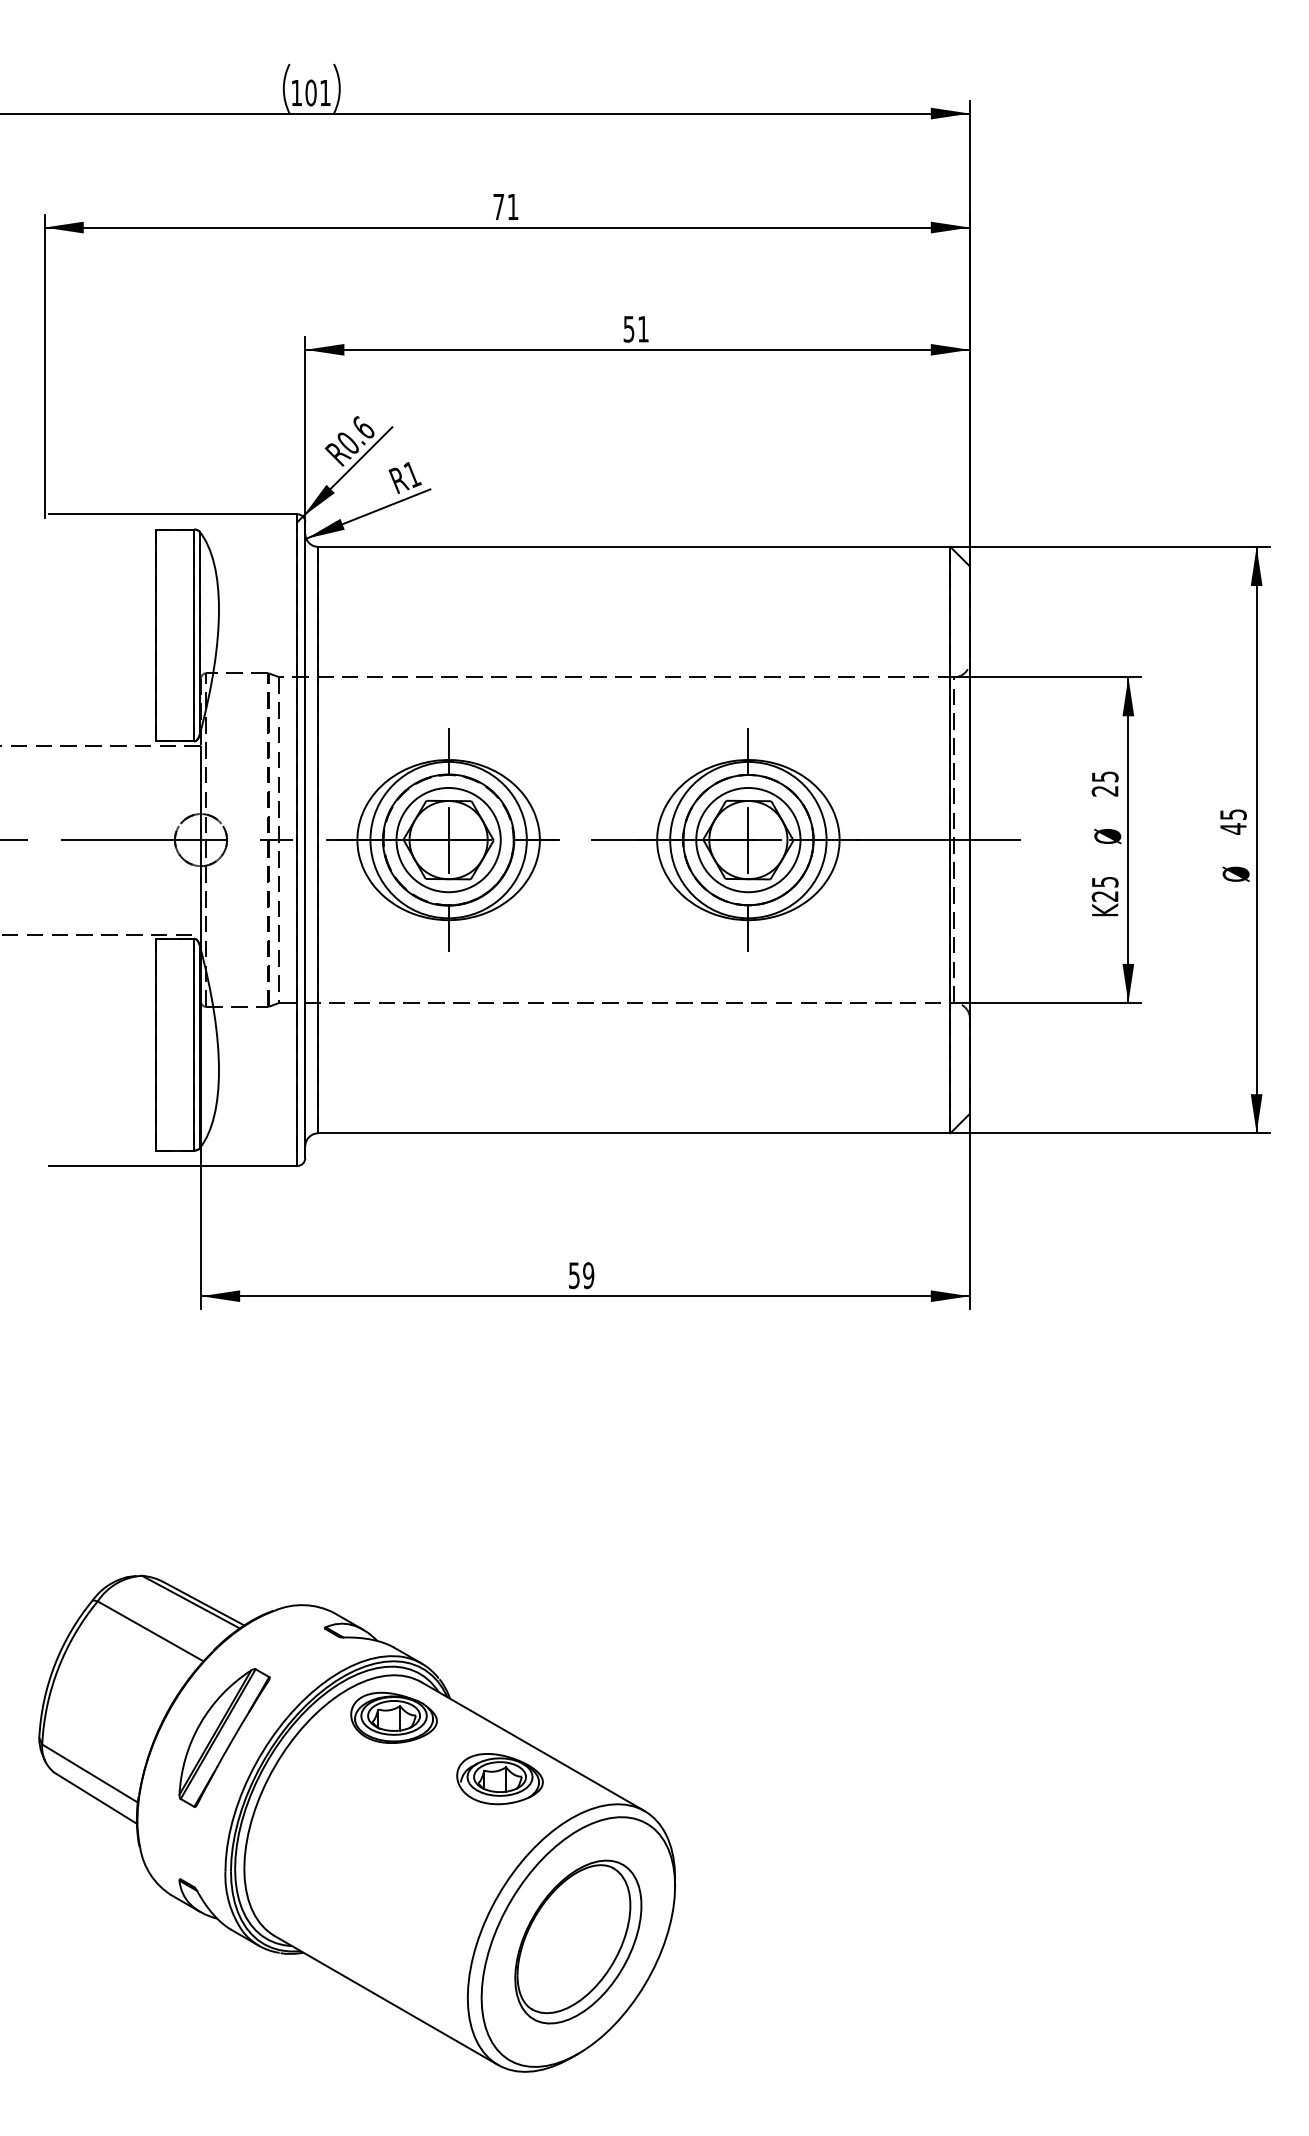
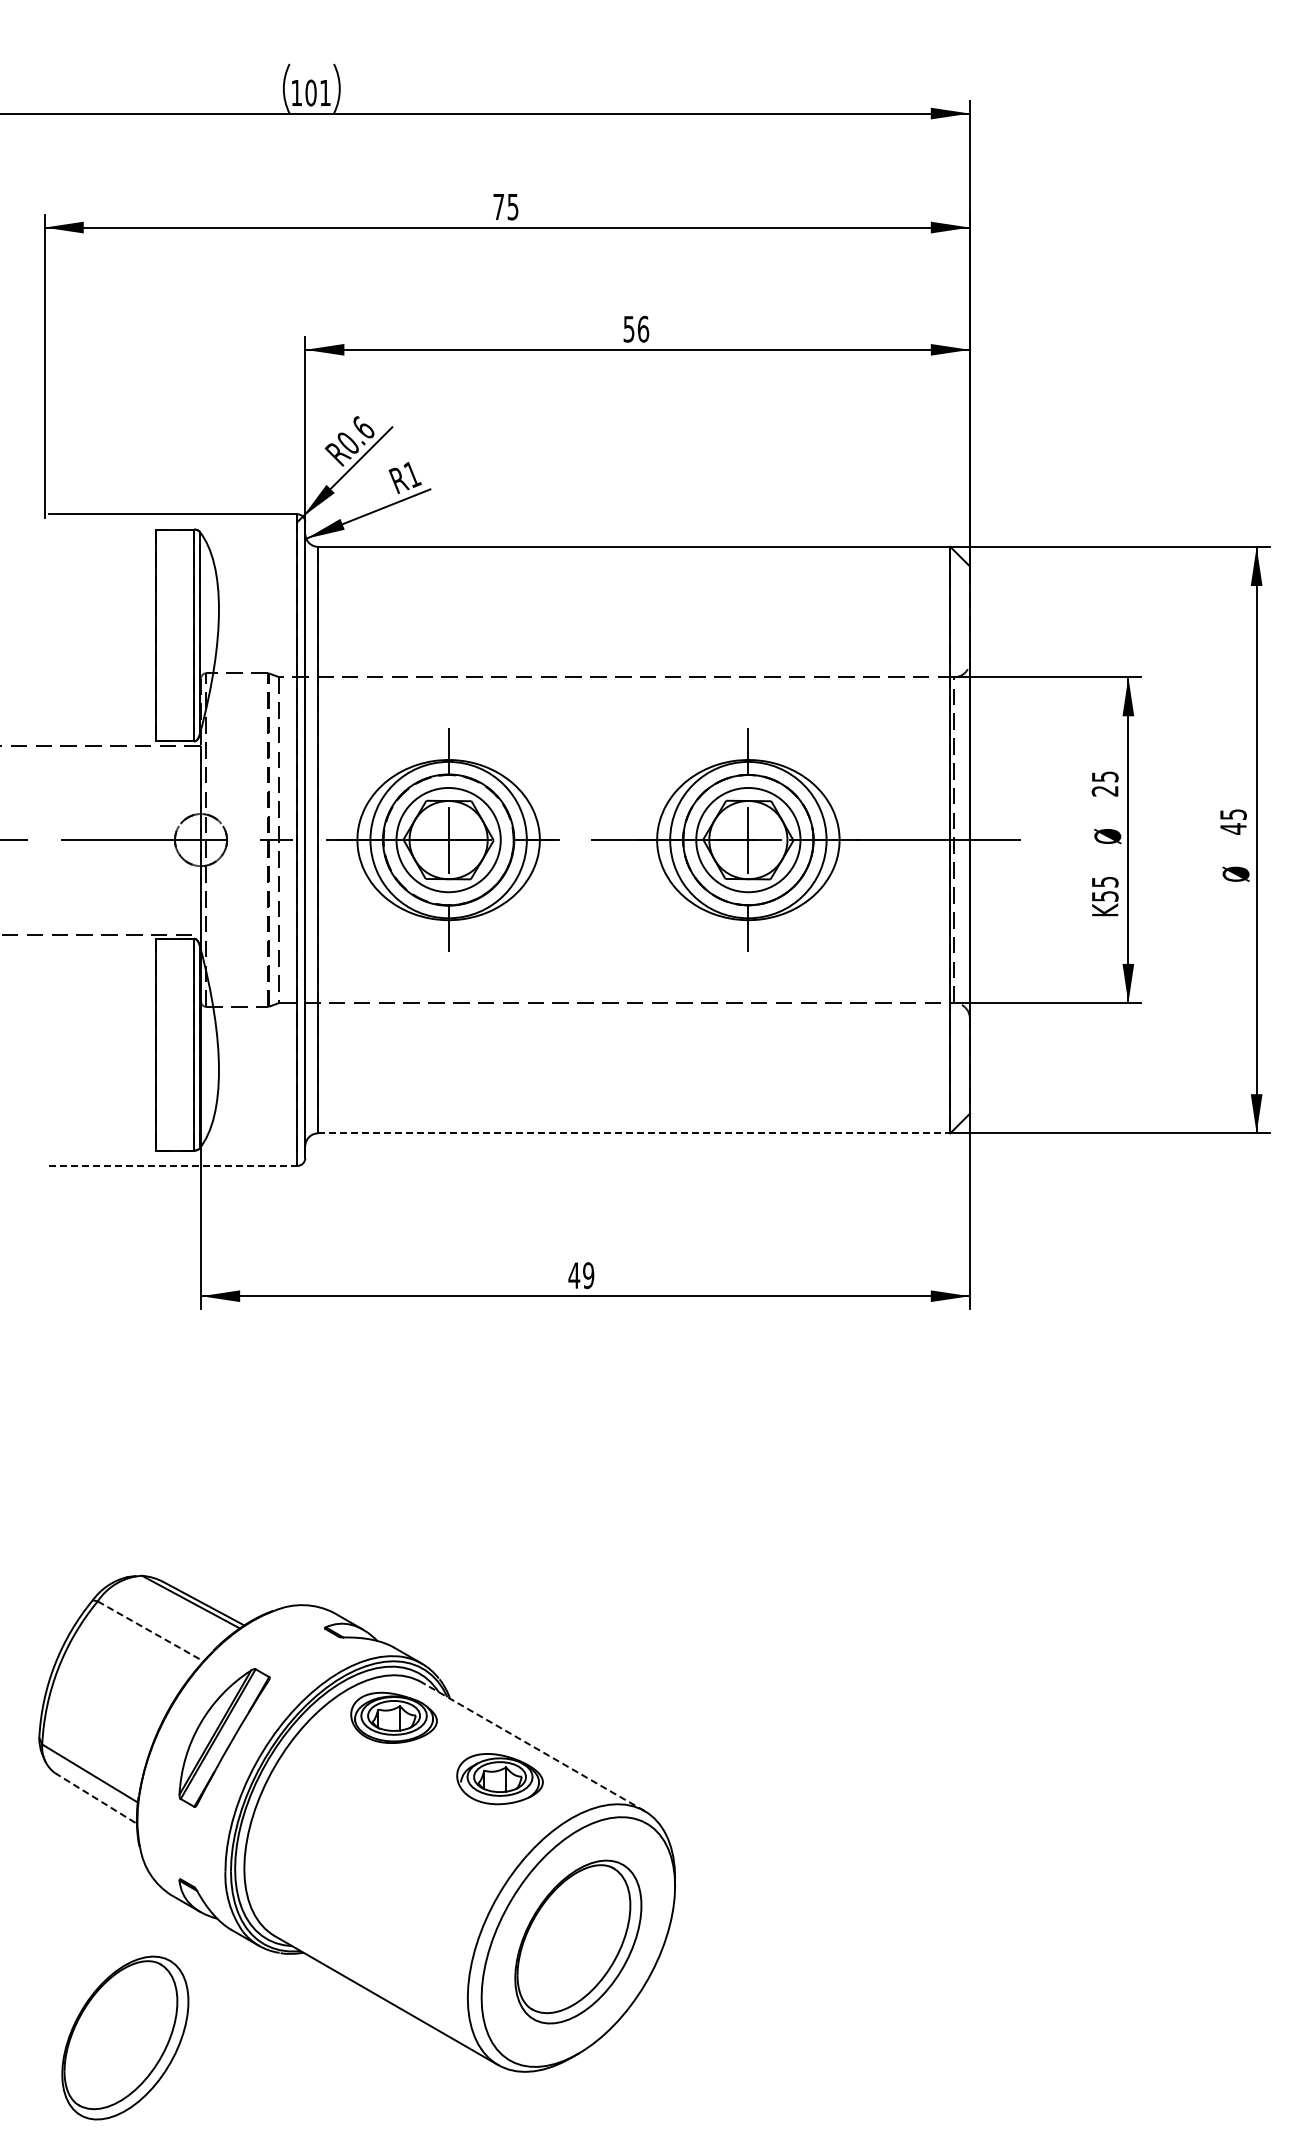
text at (512, 207): 71 -> 75
text at (643, 328): 51 -> 56
text at (1104, 896): K25 -> K55
line at (634, 1133): solid -> dashed
line at (173, 1165): solid -> dashed
text at (574, 1275): 59 -> 49
line at (150, 1631): solid -> dashed
line at (532, 1746): solid -> dashed
line at (96, 1798): solid -> dashed
part at (125, 2037): none -> present
